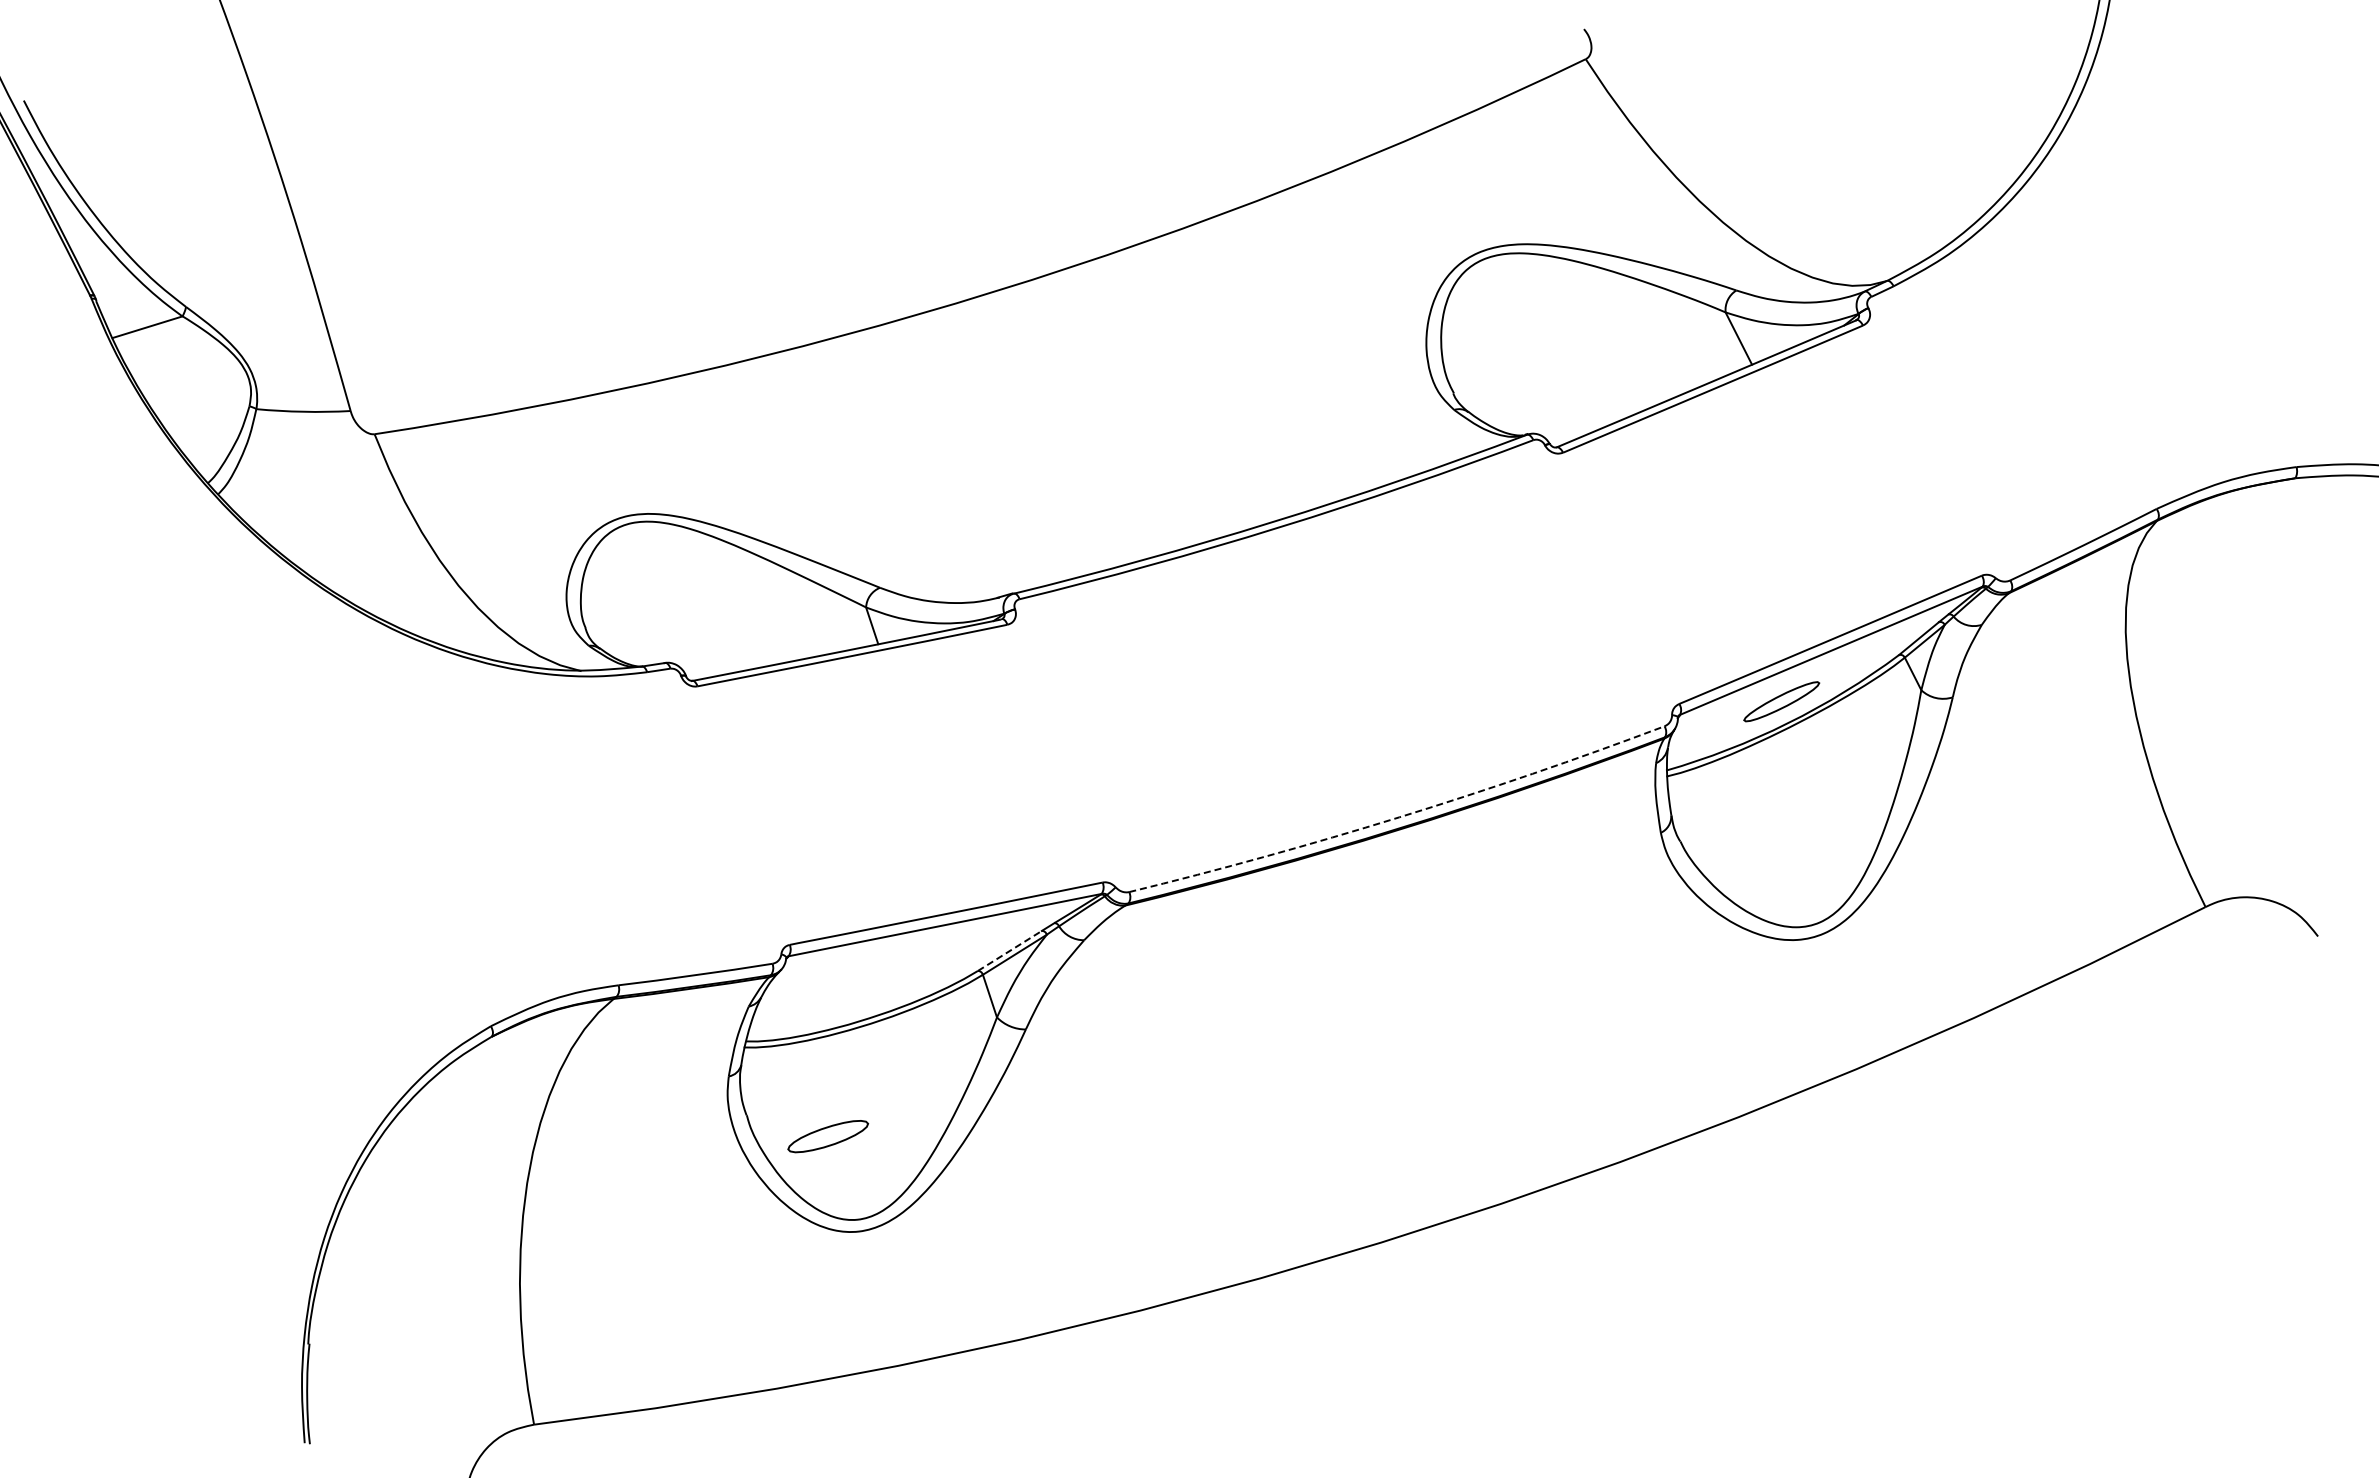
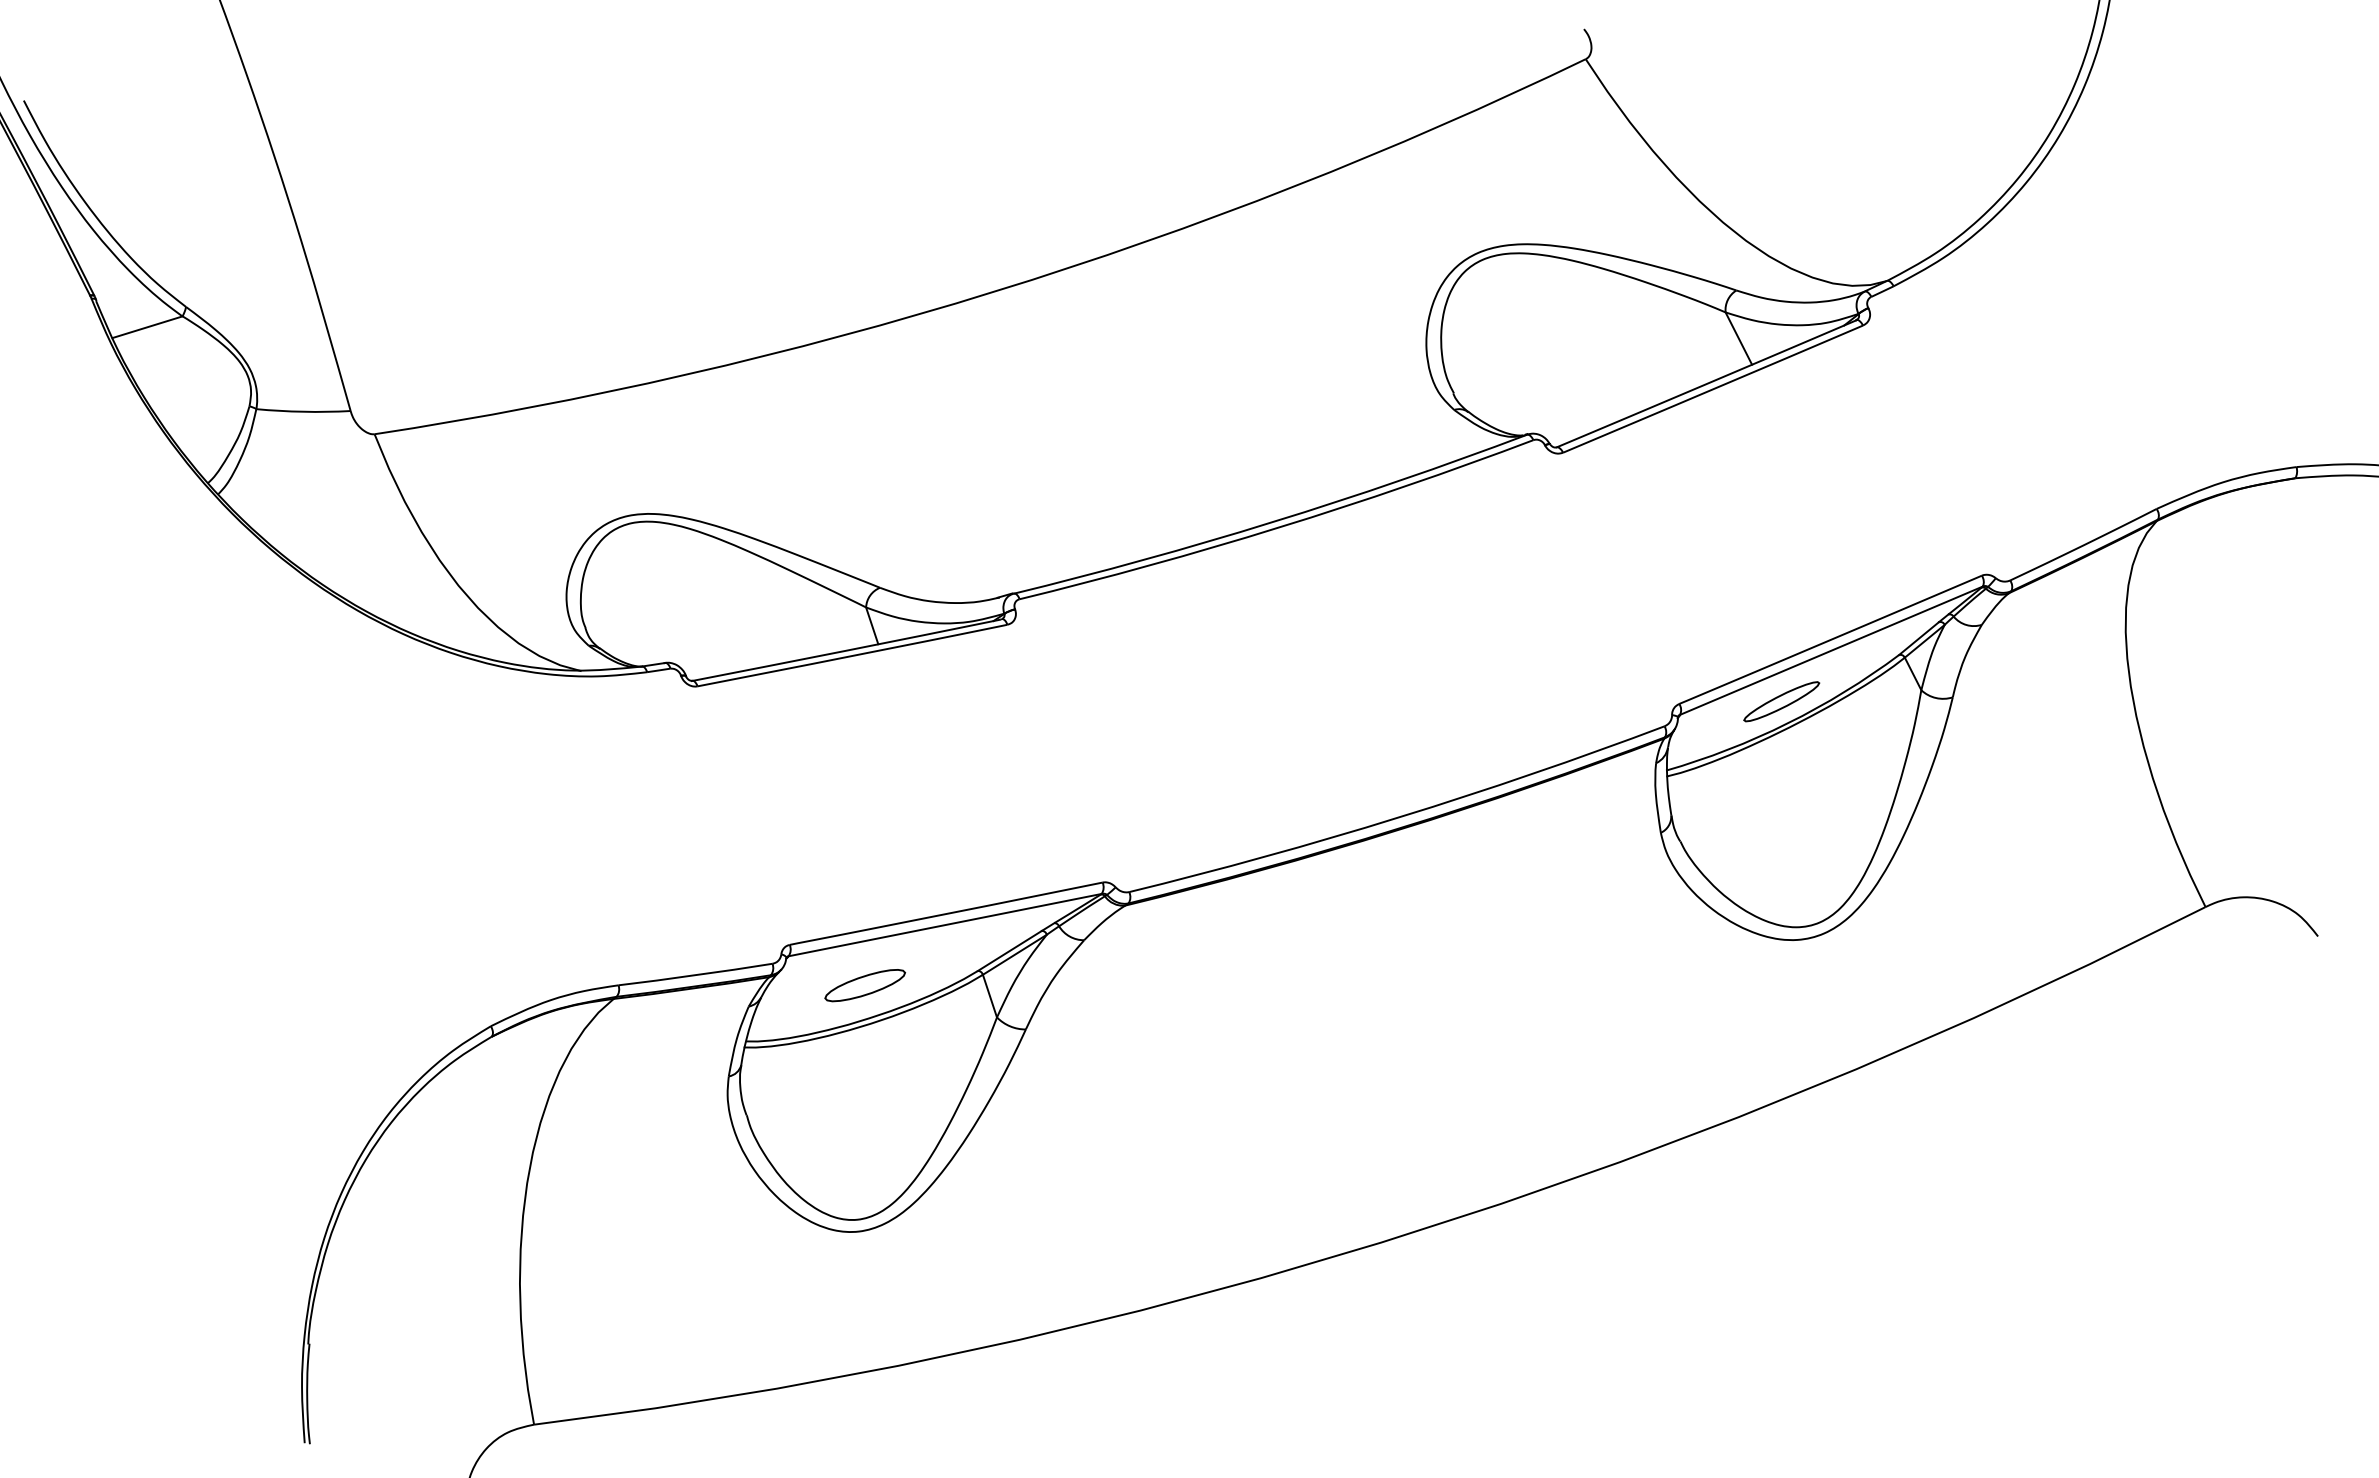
arc at (1399, 817): dashed -> solid
line at (1009, 950): dashed -> solid
part at (828, 1136) position: (828, 1136) -> (865, 985)
